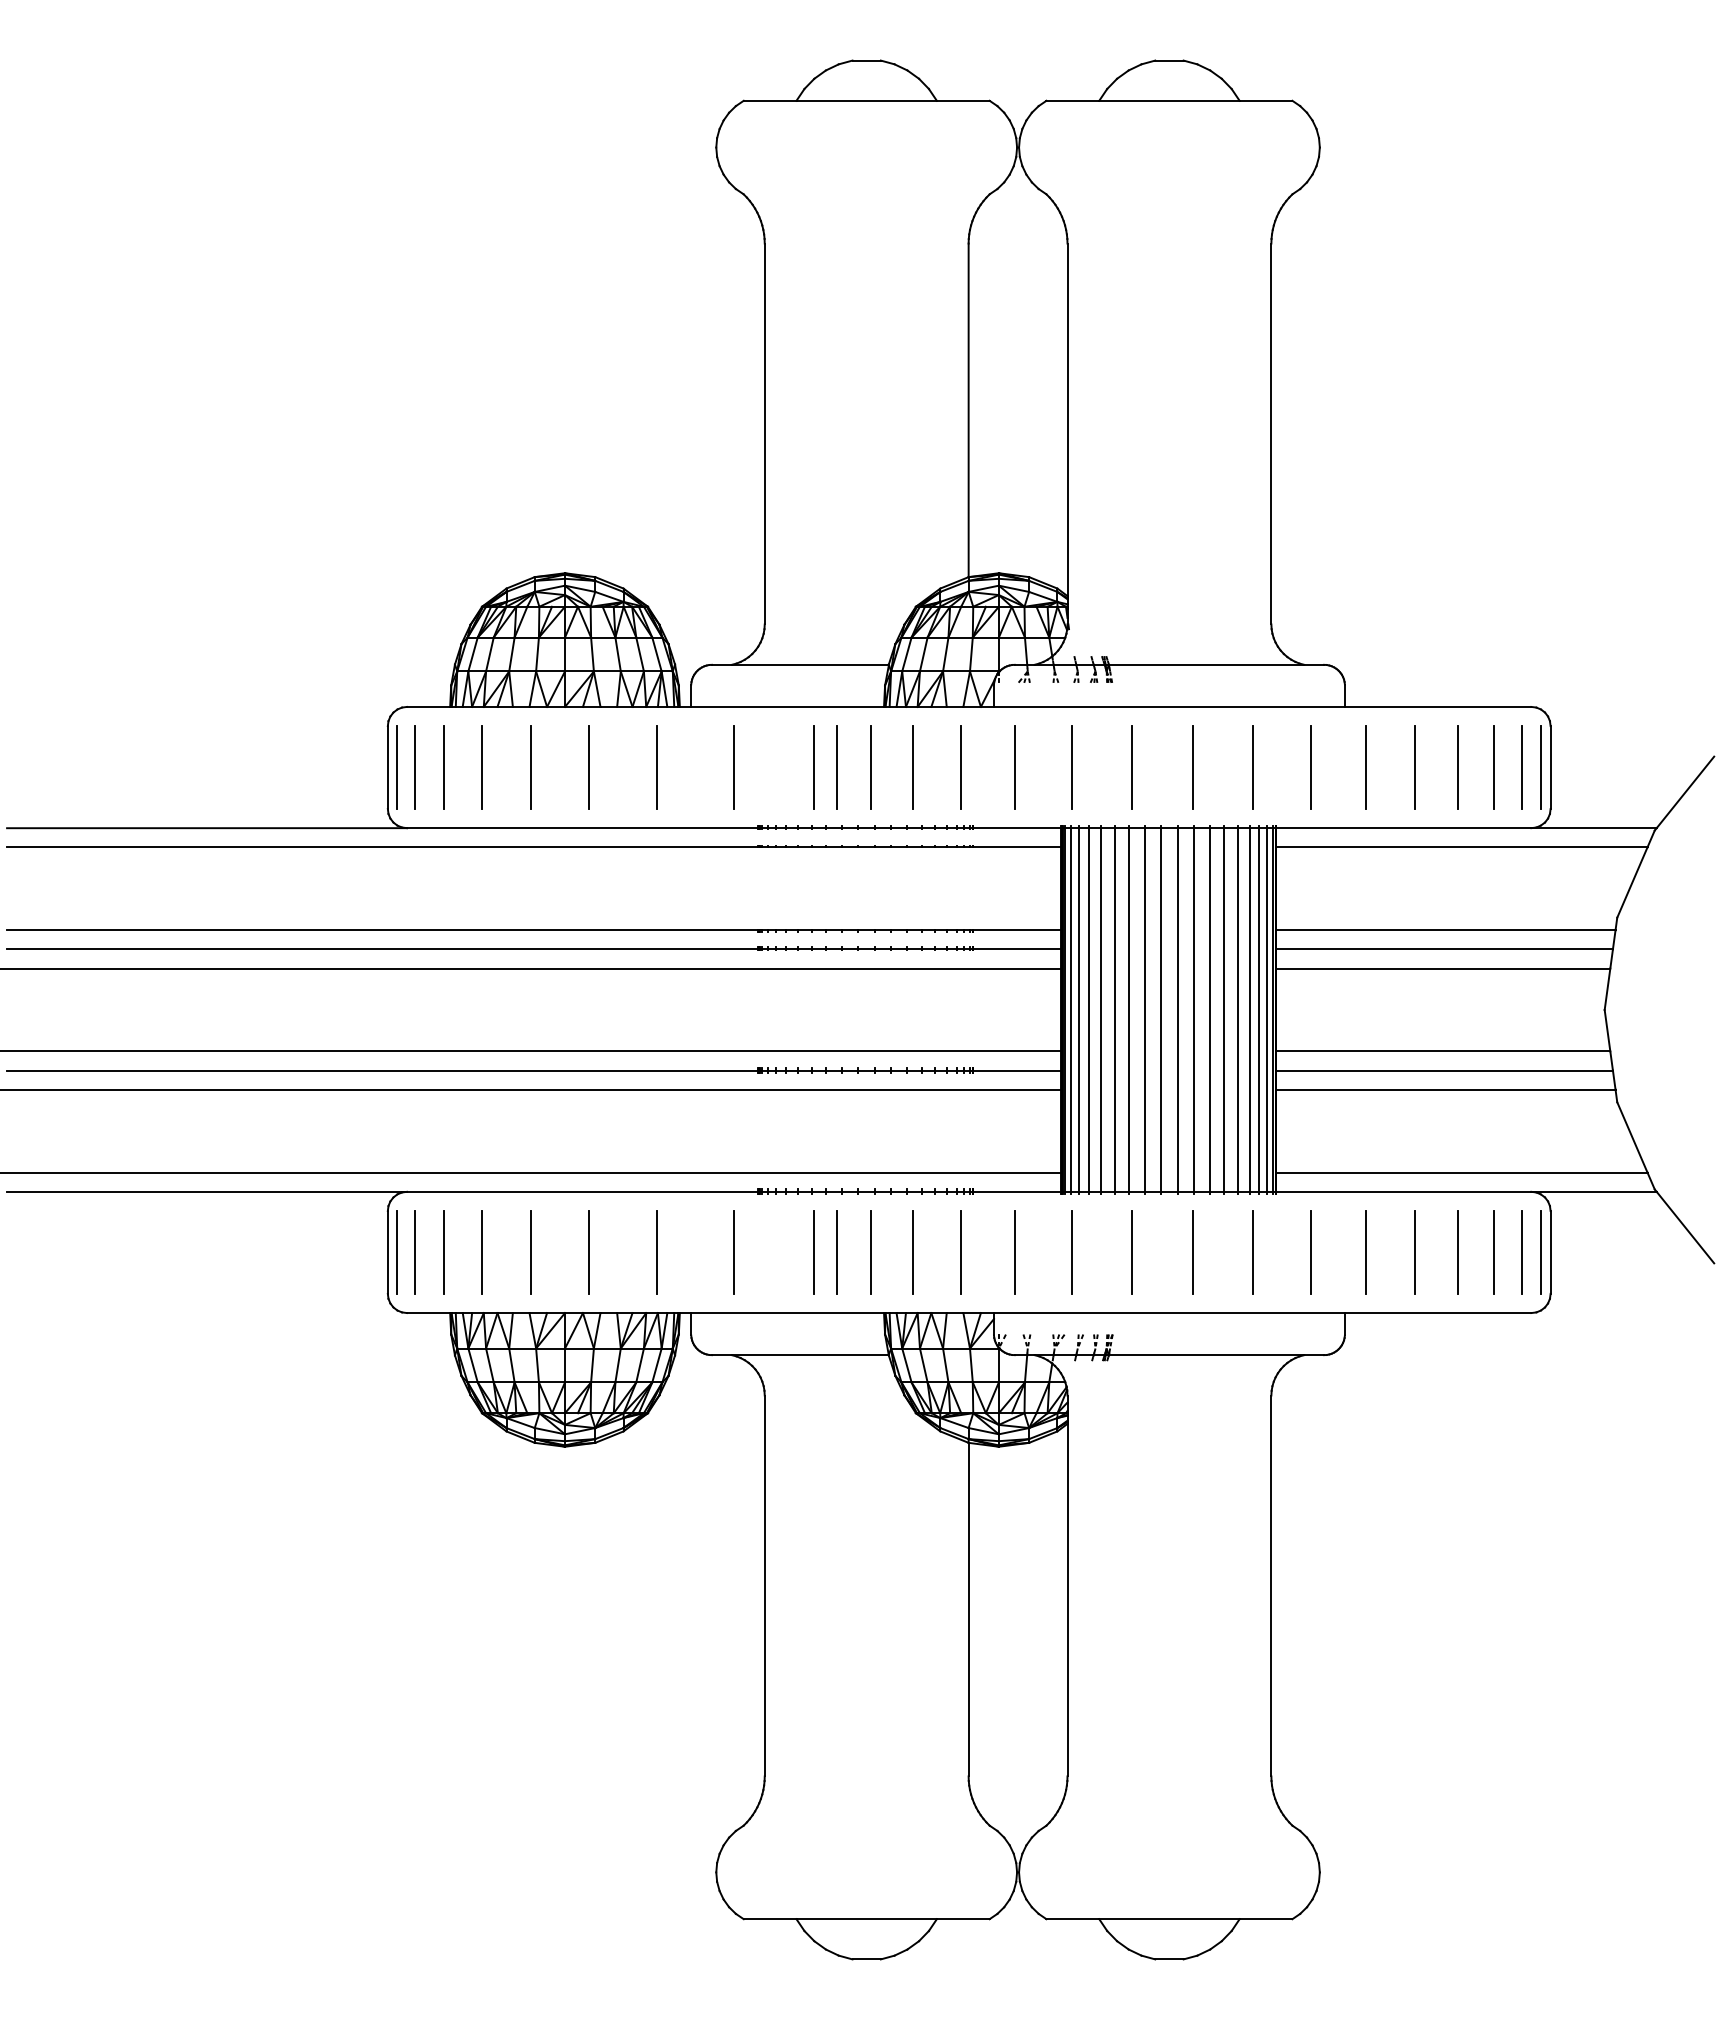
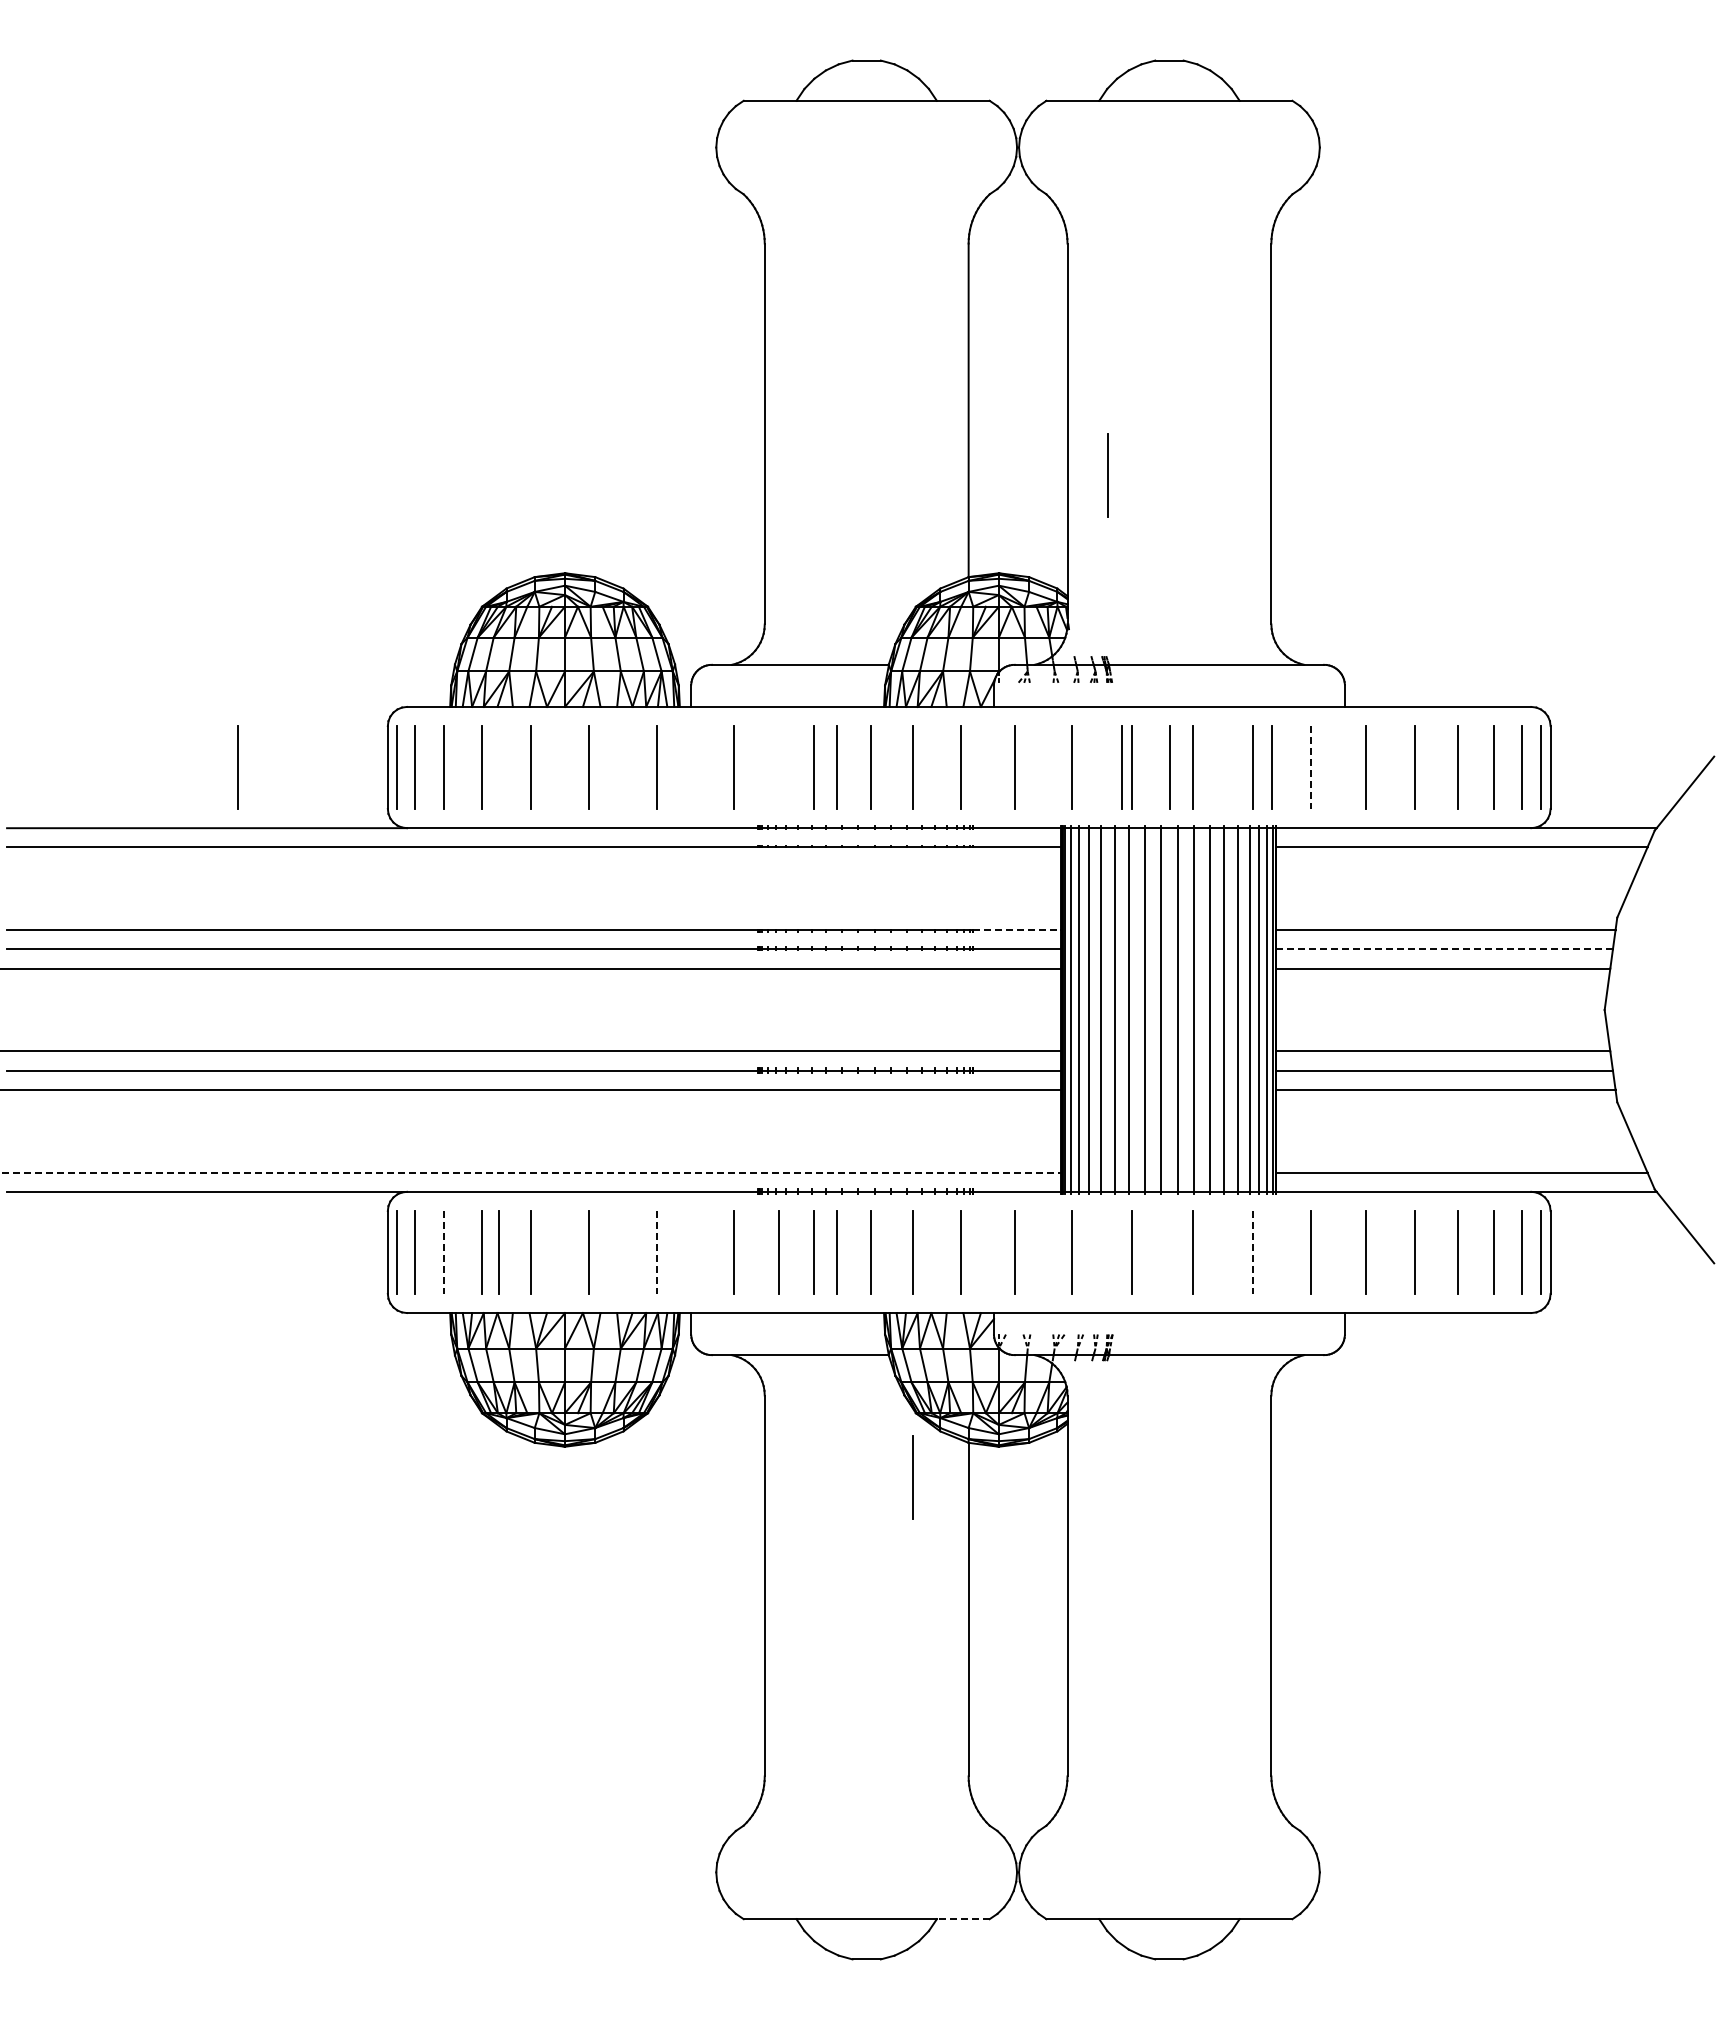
line at (1107, 475): none -> present
line at (237, 767): none -> present
line at (1121, 767): none -> present
line at (1169, 767): none -> present
line at (1271, 767): none -> present
line at (1311, 768): solid -> dashed
line at (1017, 930): solid -> dashed
line at (1444, 949): solid -> dashed
line at (531, 1172): solid -> dashed
line at (443, 1252): solid -> dashed
line at (498, 1252): none -> present
line at (656, 1252): solid -> dashed
line at (778, 1252): none -> present
line at (1253, 1252): solid -> dashed
line at (912, 1477): none -> present
line at (962, 1919): solid -> dashed
